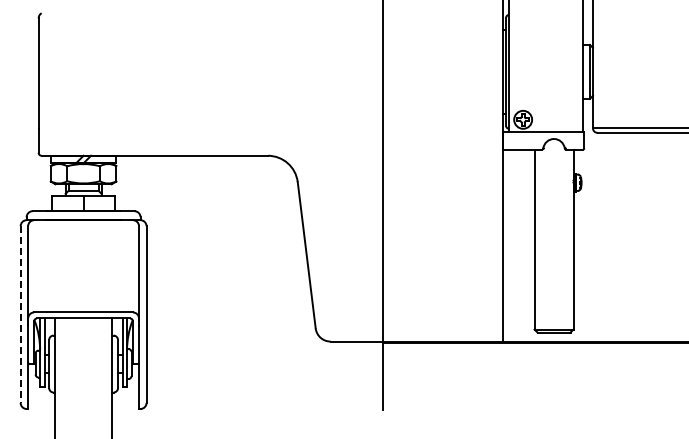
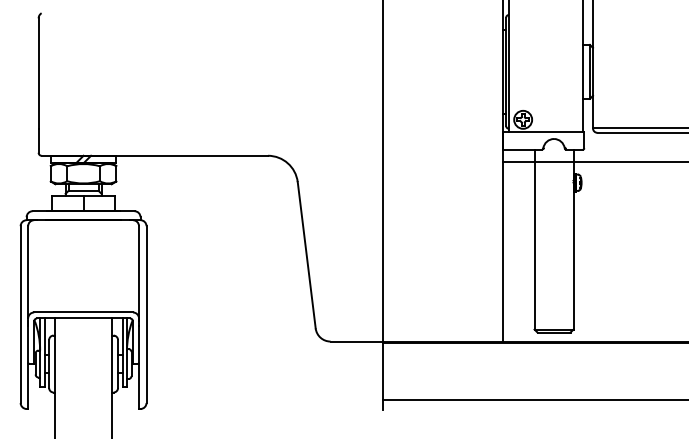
line at (594, 161): none -> present
line at (20, 315): dashed -> solid
line at (534, 400): none -> present
